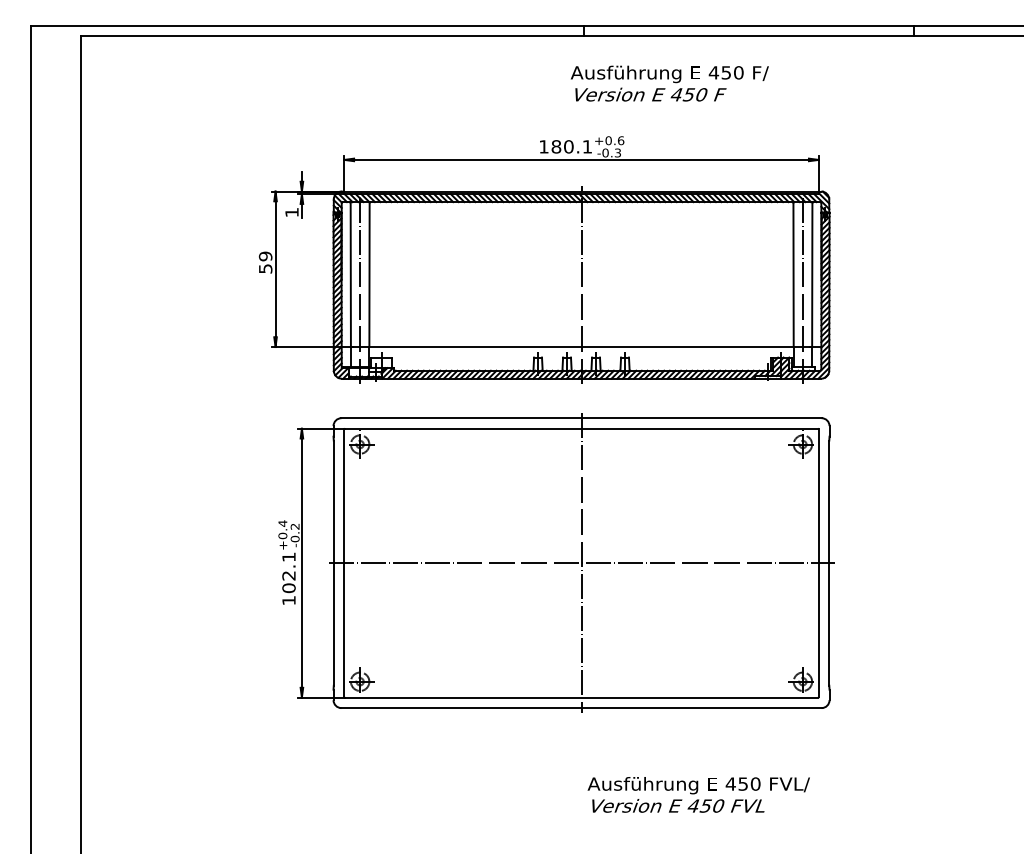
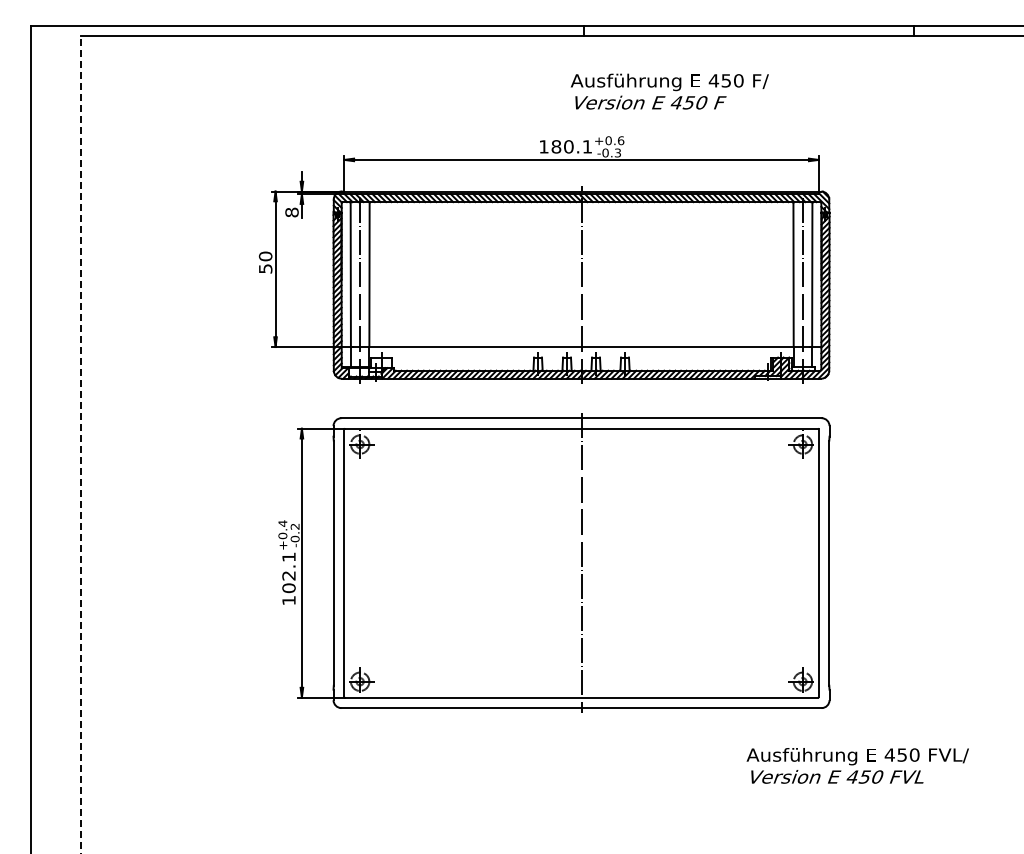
text at (669, 83) position: (669, 83) -> (669, 91)
text at (291, 212): 1 -> 8
text at (265, 256): 59 -> 50
line at (80, 444): solid -> dashed
line at (581, 563): present -> none
text at (698, 794) position: (698, 794) -> (857, 765)
